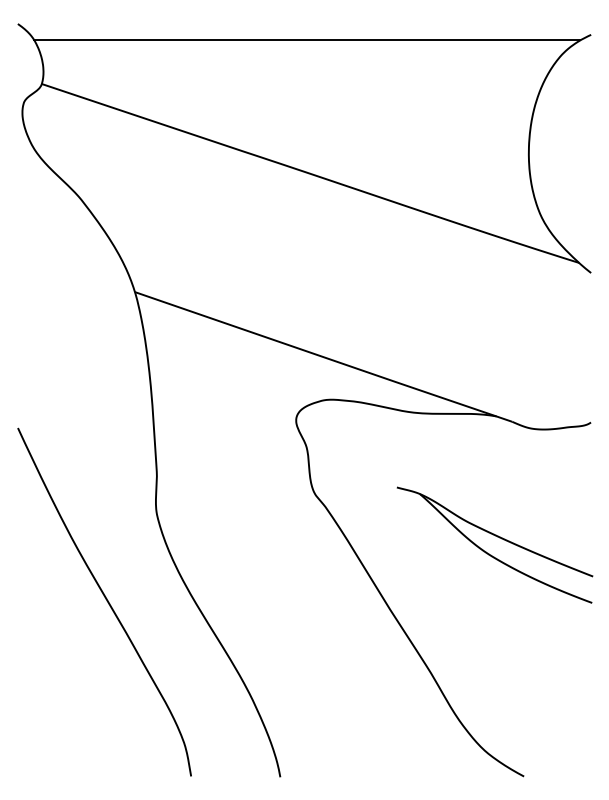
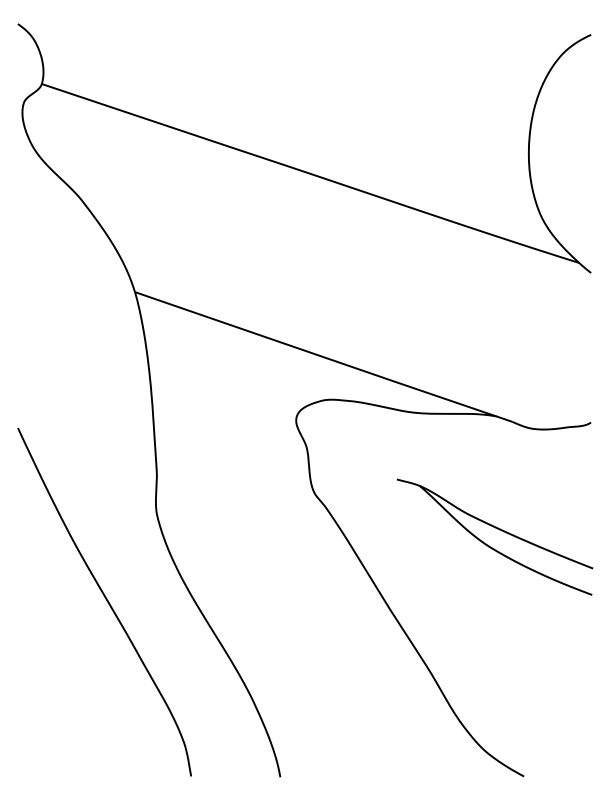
line at (307, 40): present -> none
part at (497, 537) position: (497, 537) -> (497, 529)
